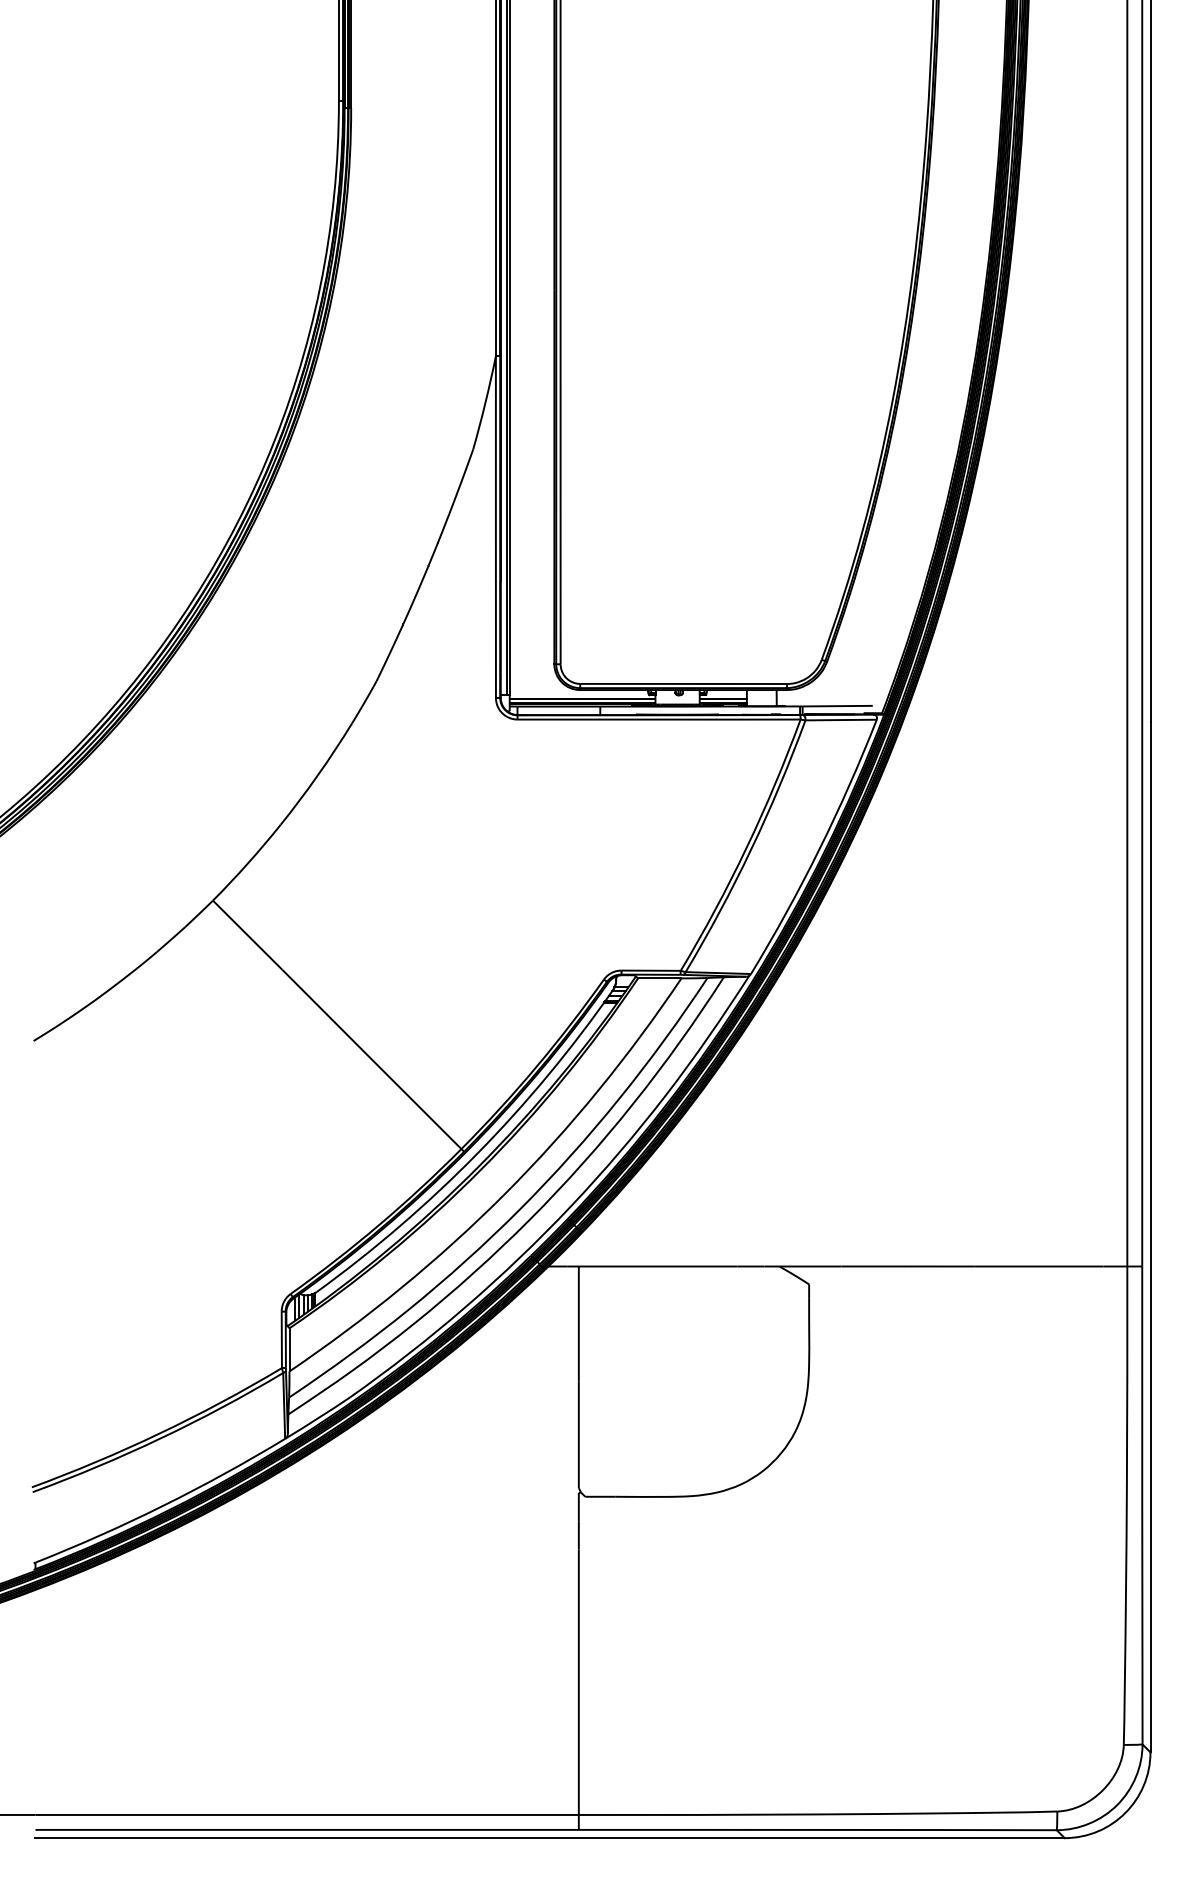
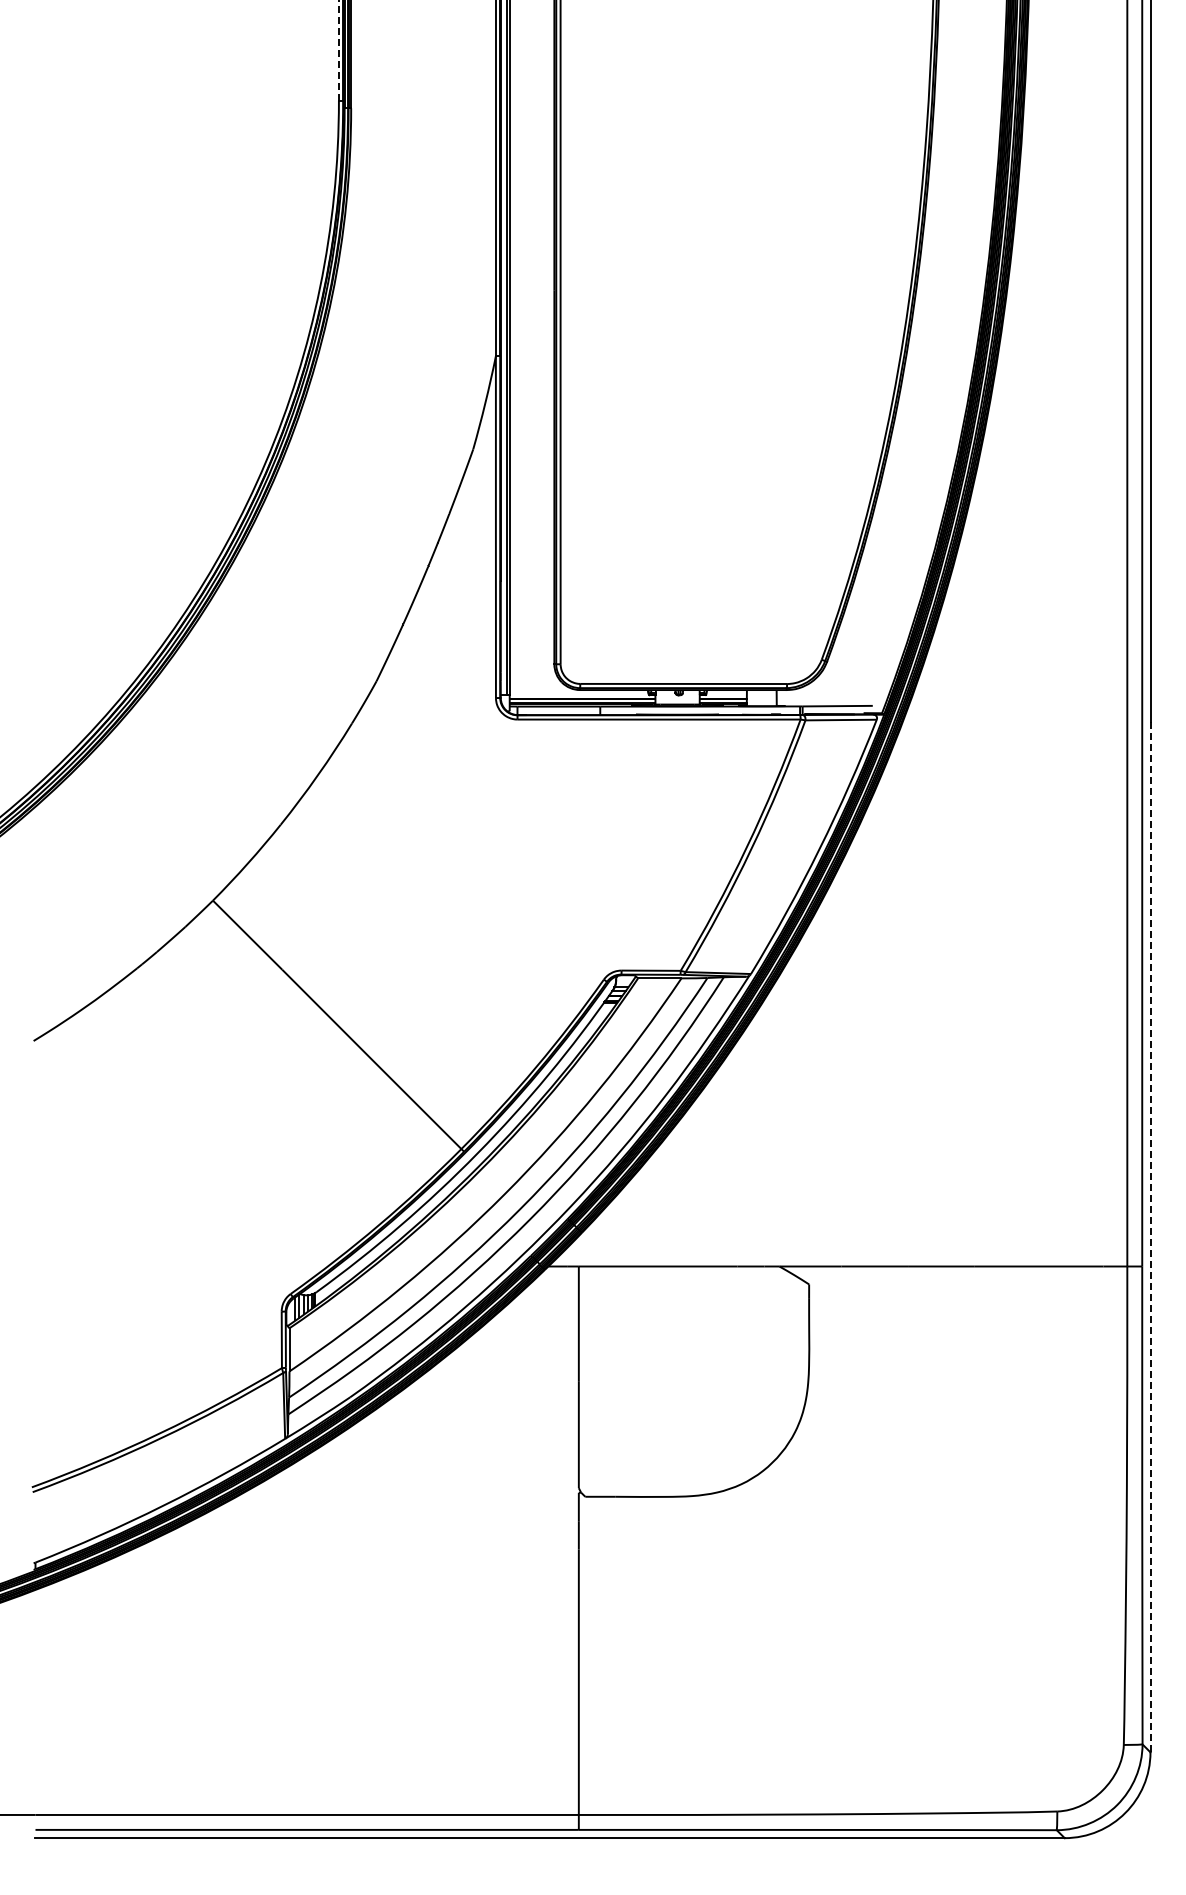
line at (338, 50): solid -> dashed
line at (1150, 1237): solid -> dashed
